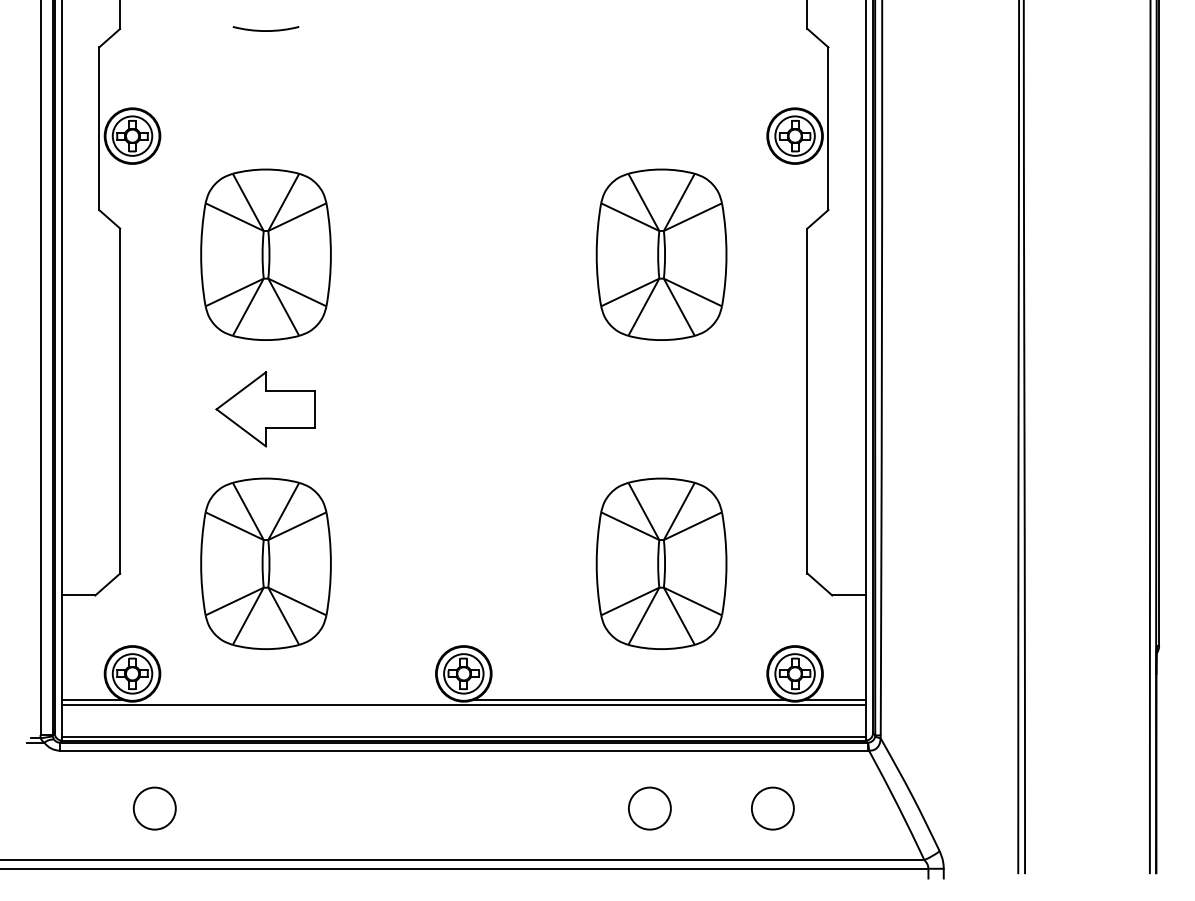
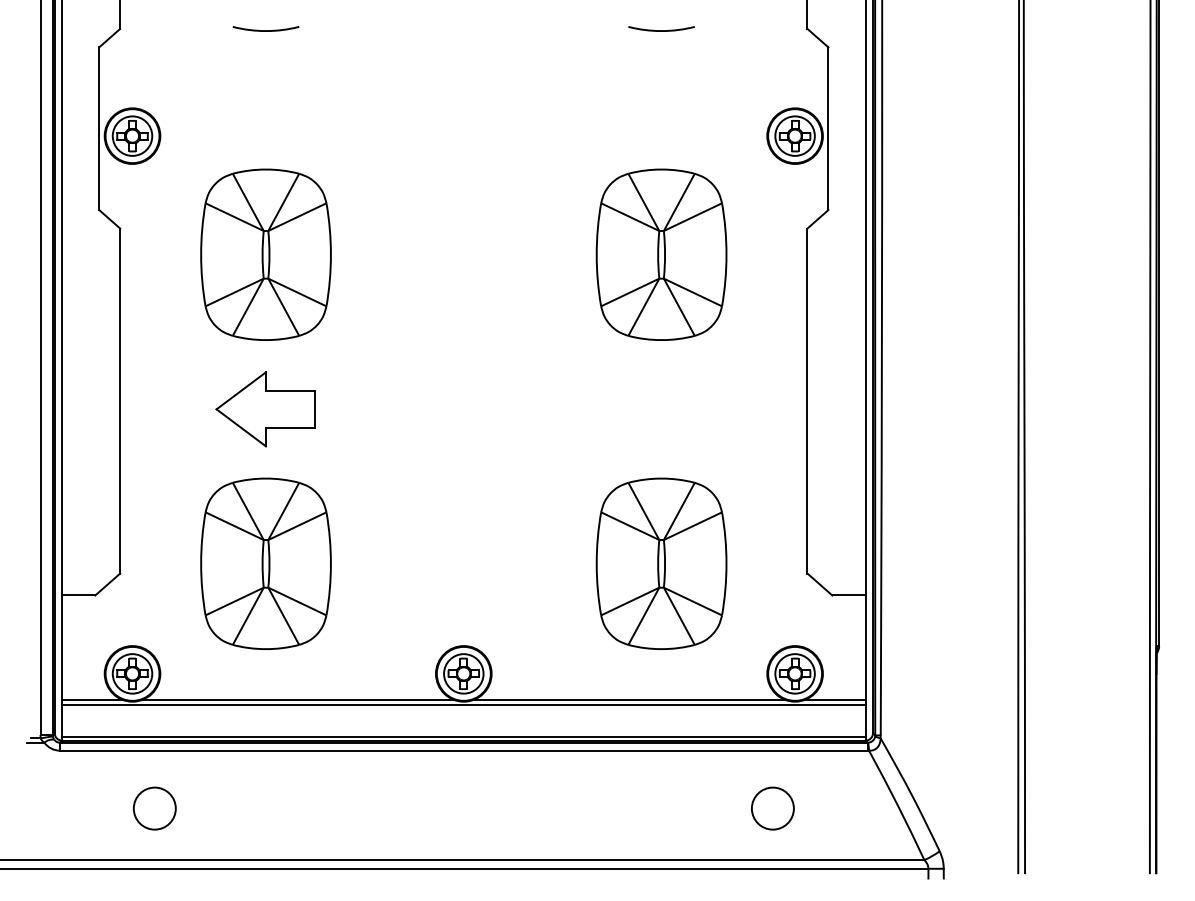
arc at (661, 30): none -> present
line at (298, 700): none -> present
circle at (649, 808): present -> none
